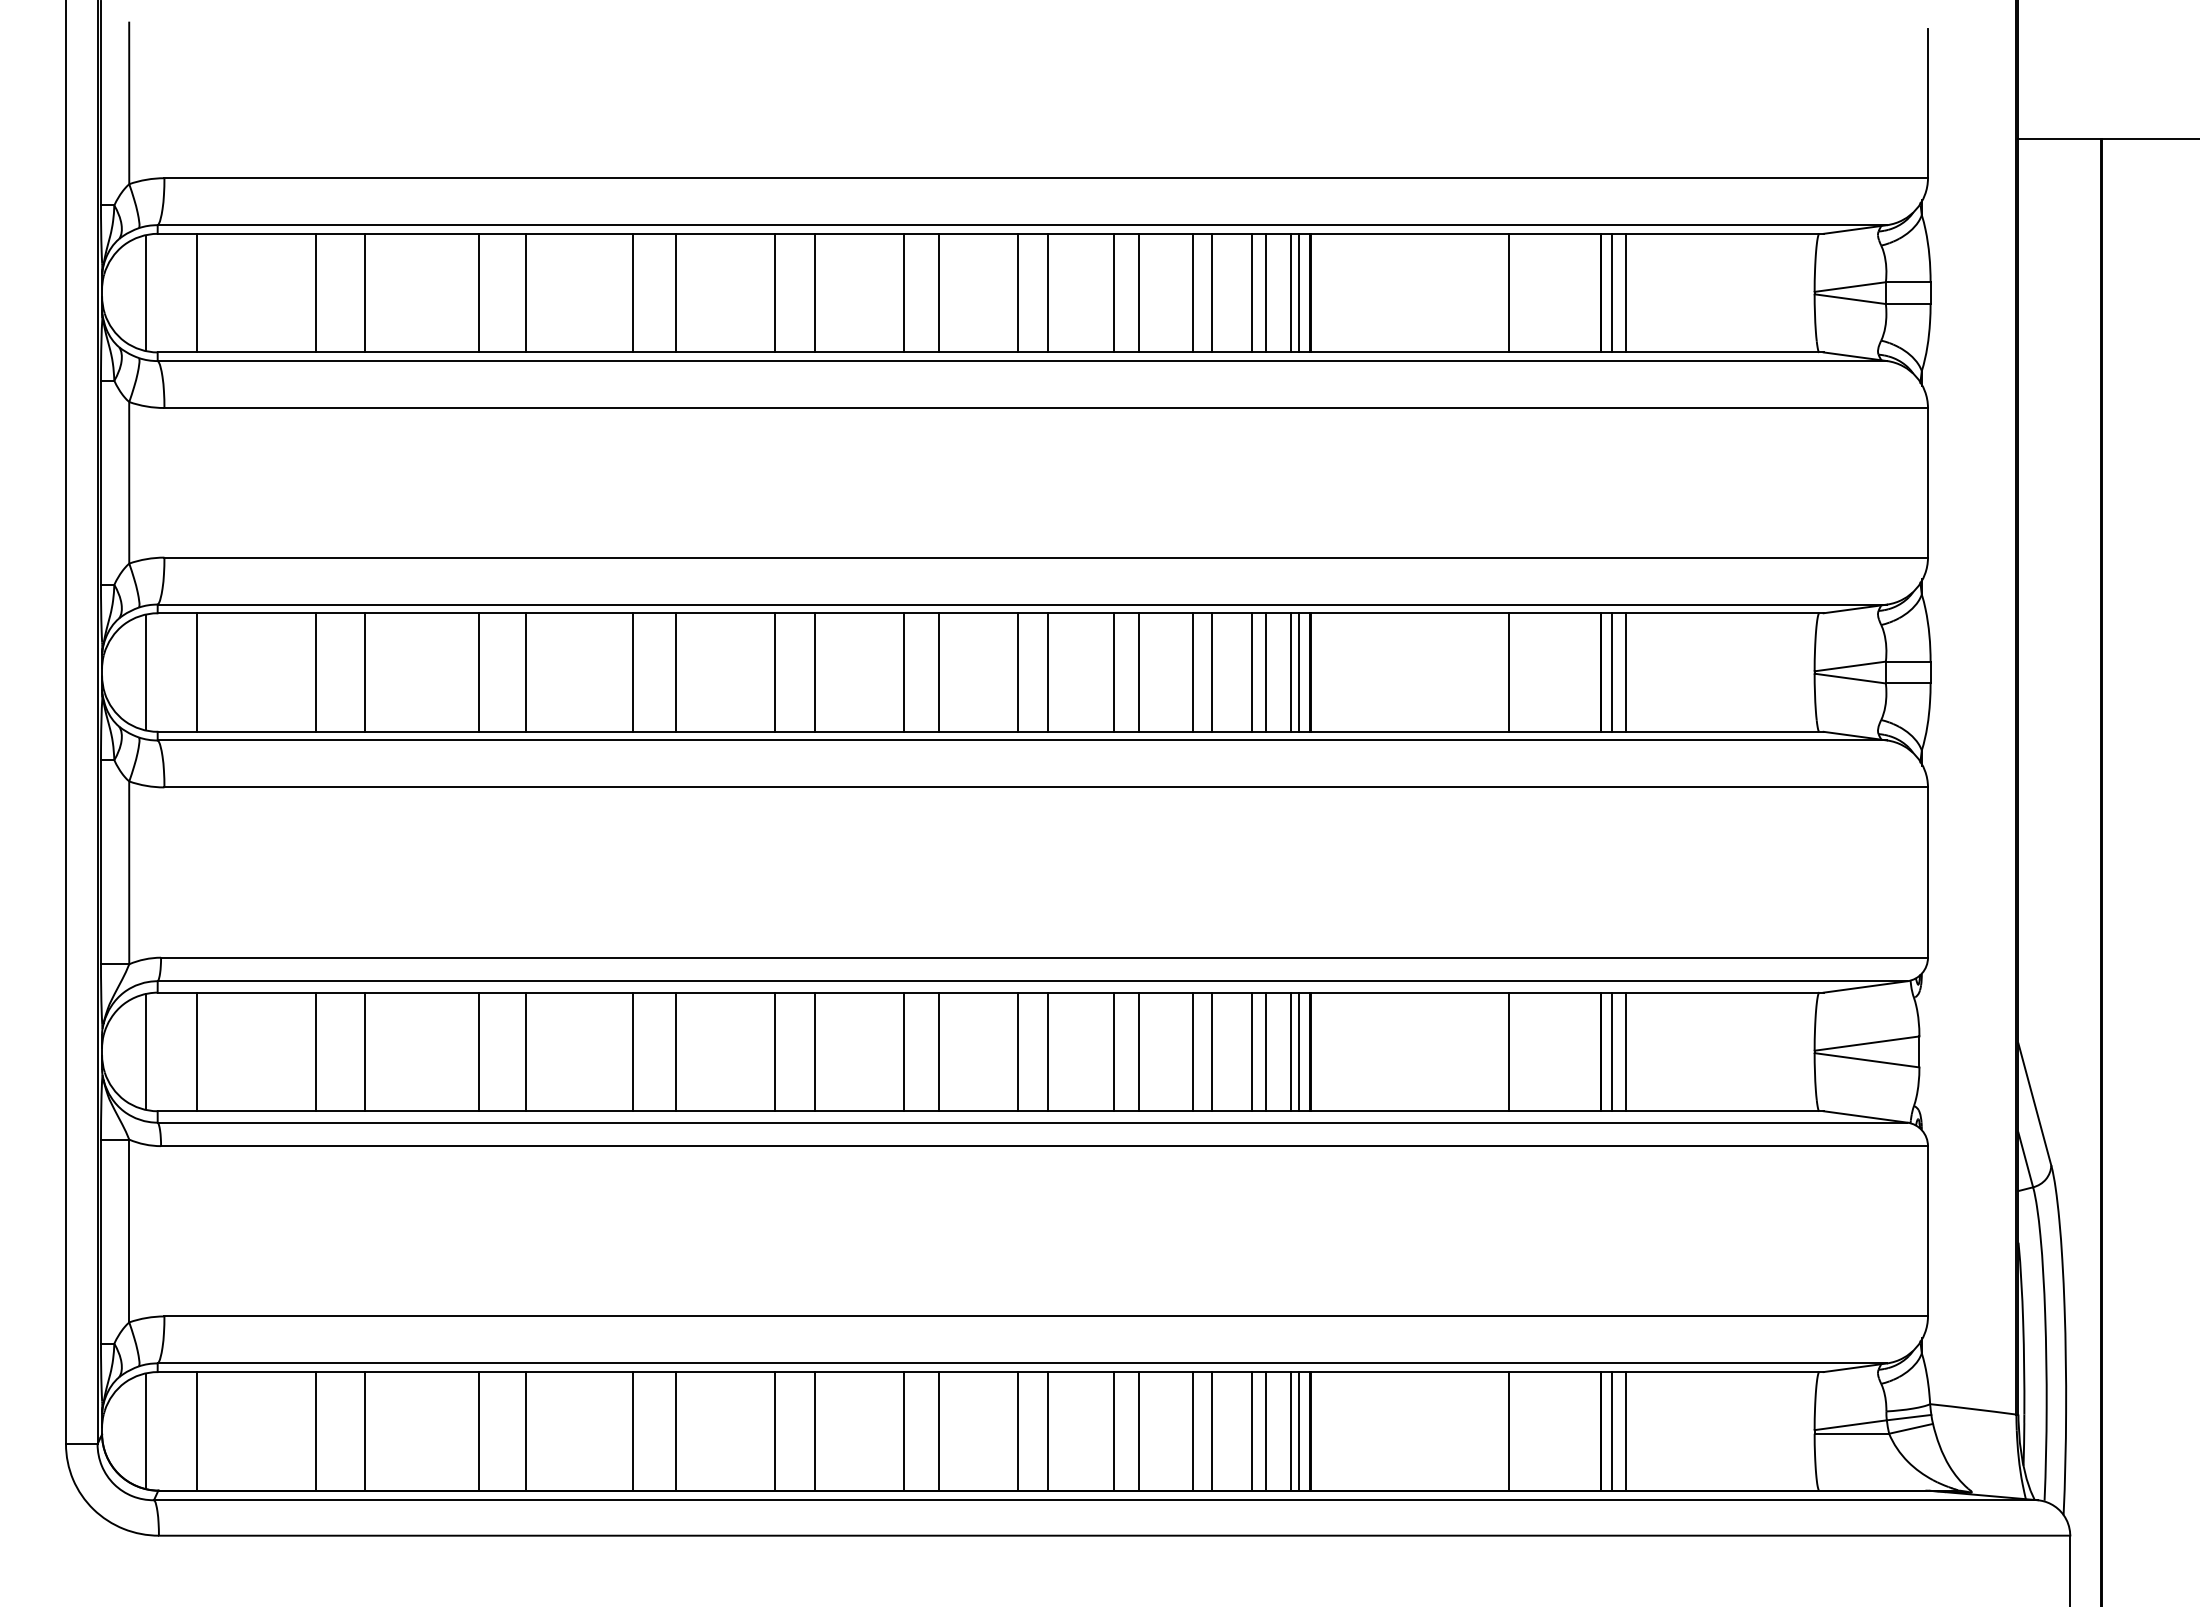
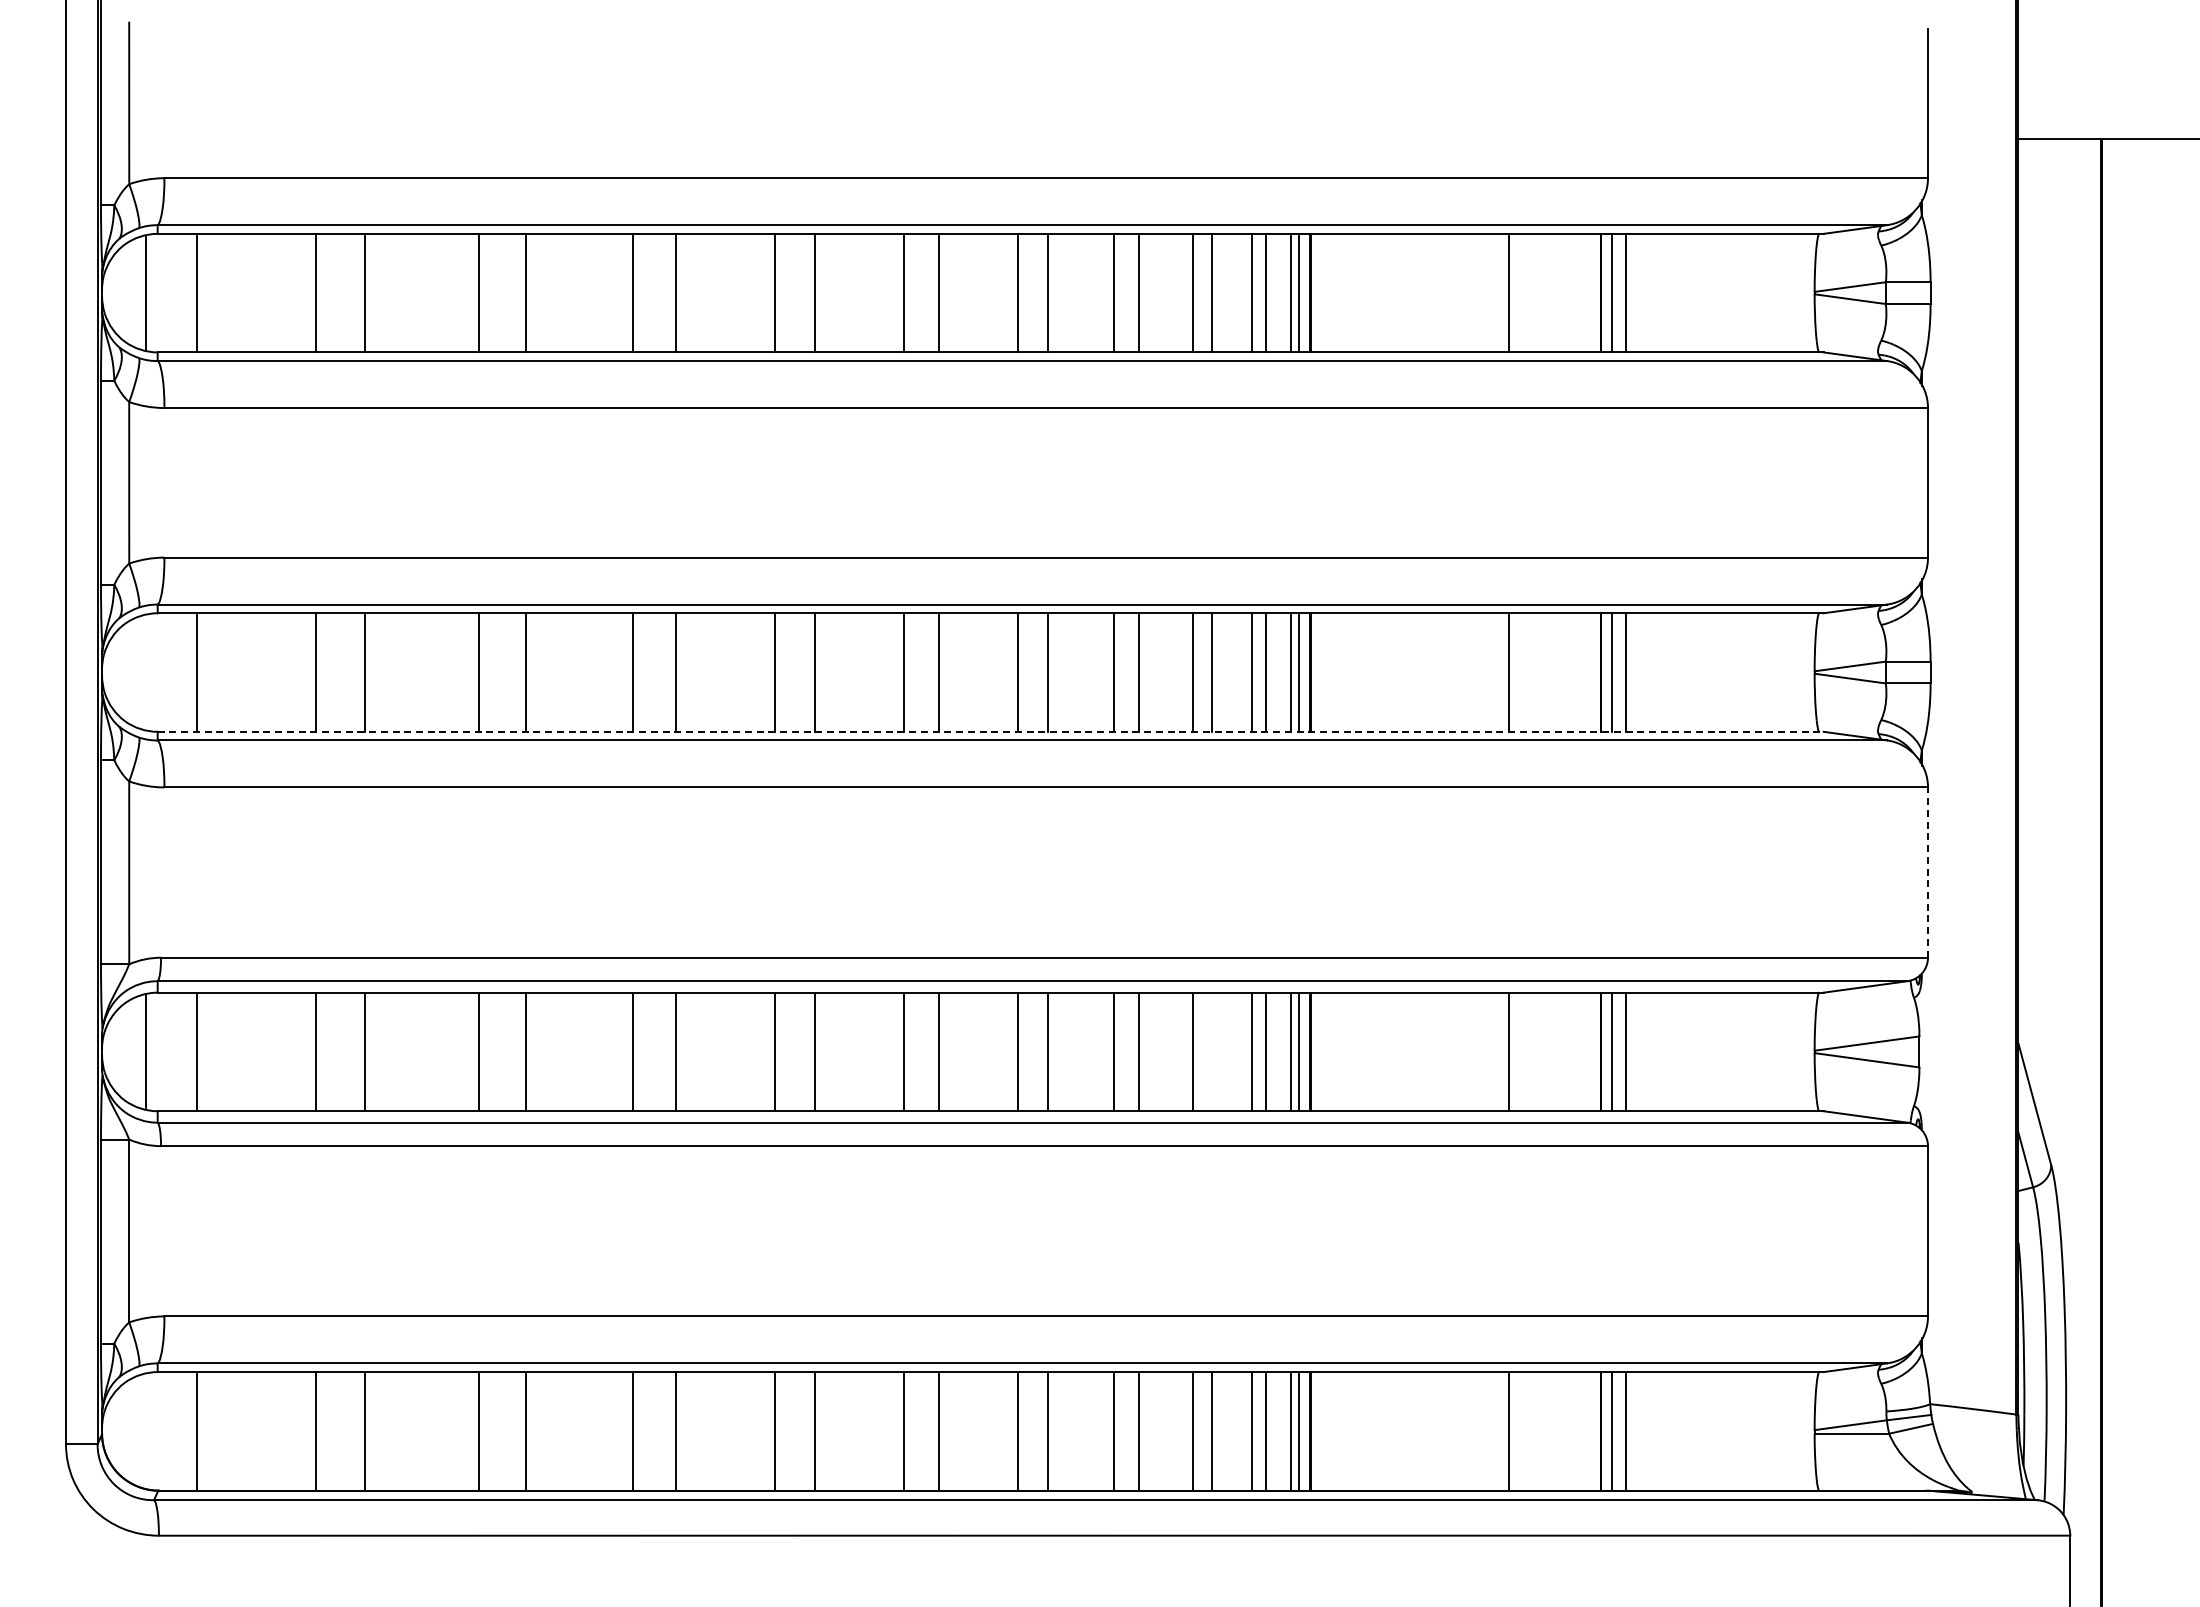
line at (146, 672): present -> none
line at (990, 731): solid -> dashed
line at (1927, 872): solid -> dashed
line at (1212, 1051): present -> none
line at (146, 1431): present -> none
